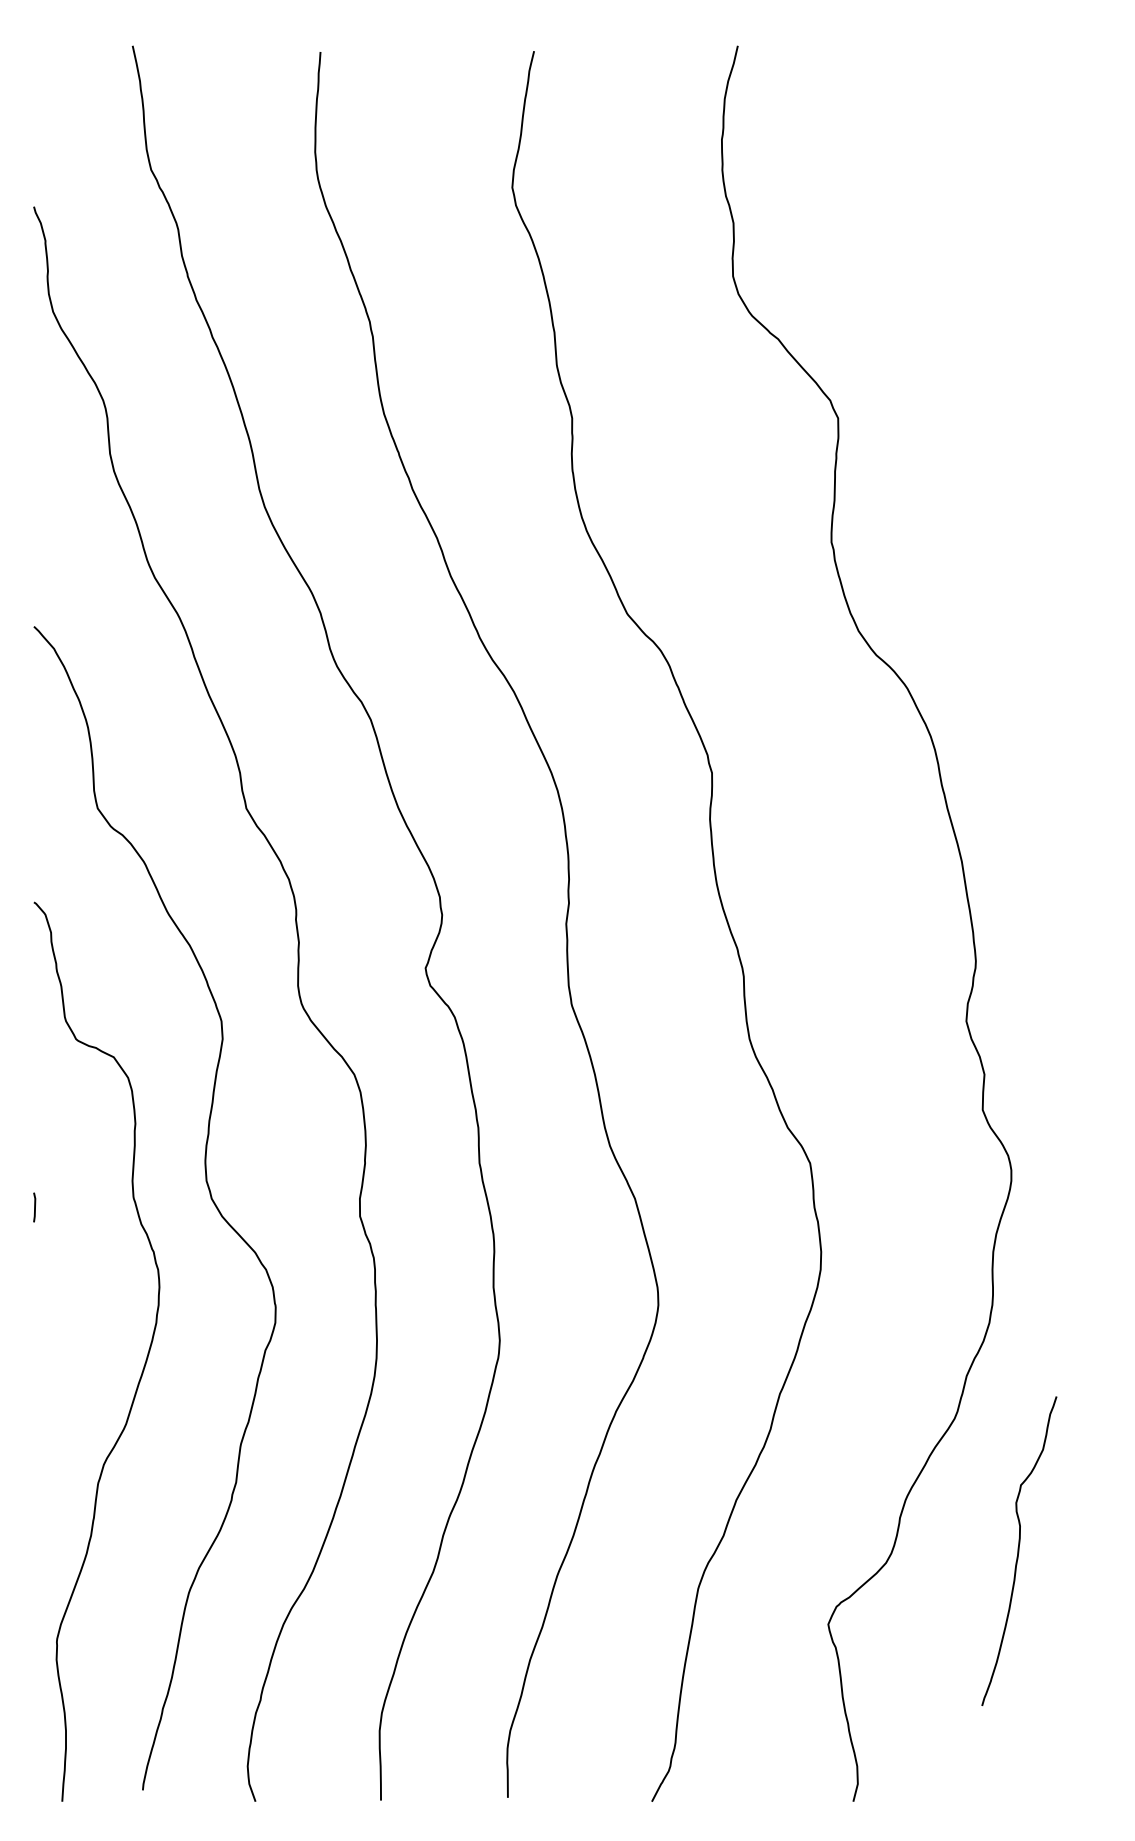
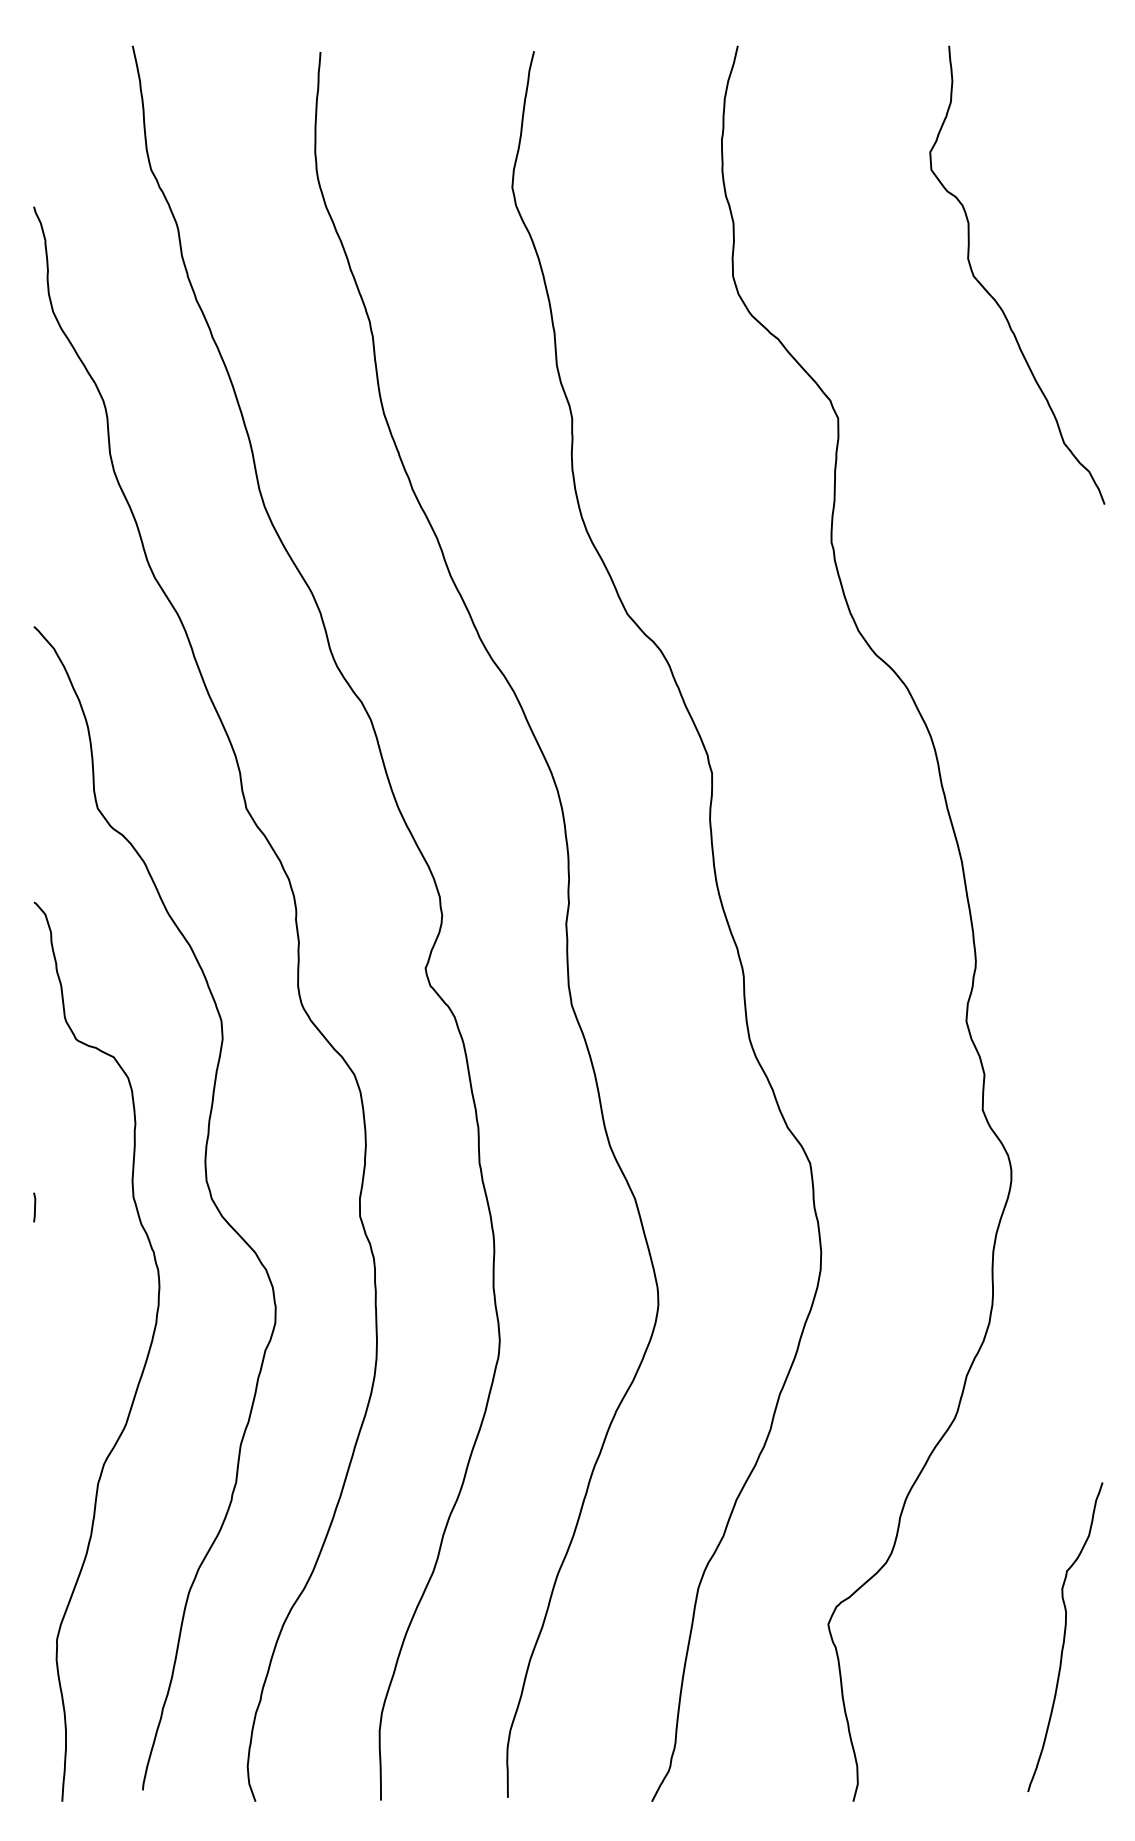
curve at (990, 293): none -> present
curve at (1019, 1550) position: (1019, 1550) -> (1065, 1636)
